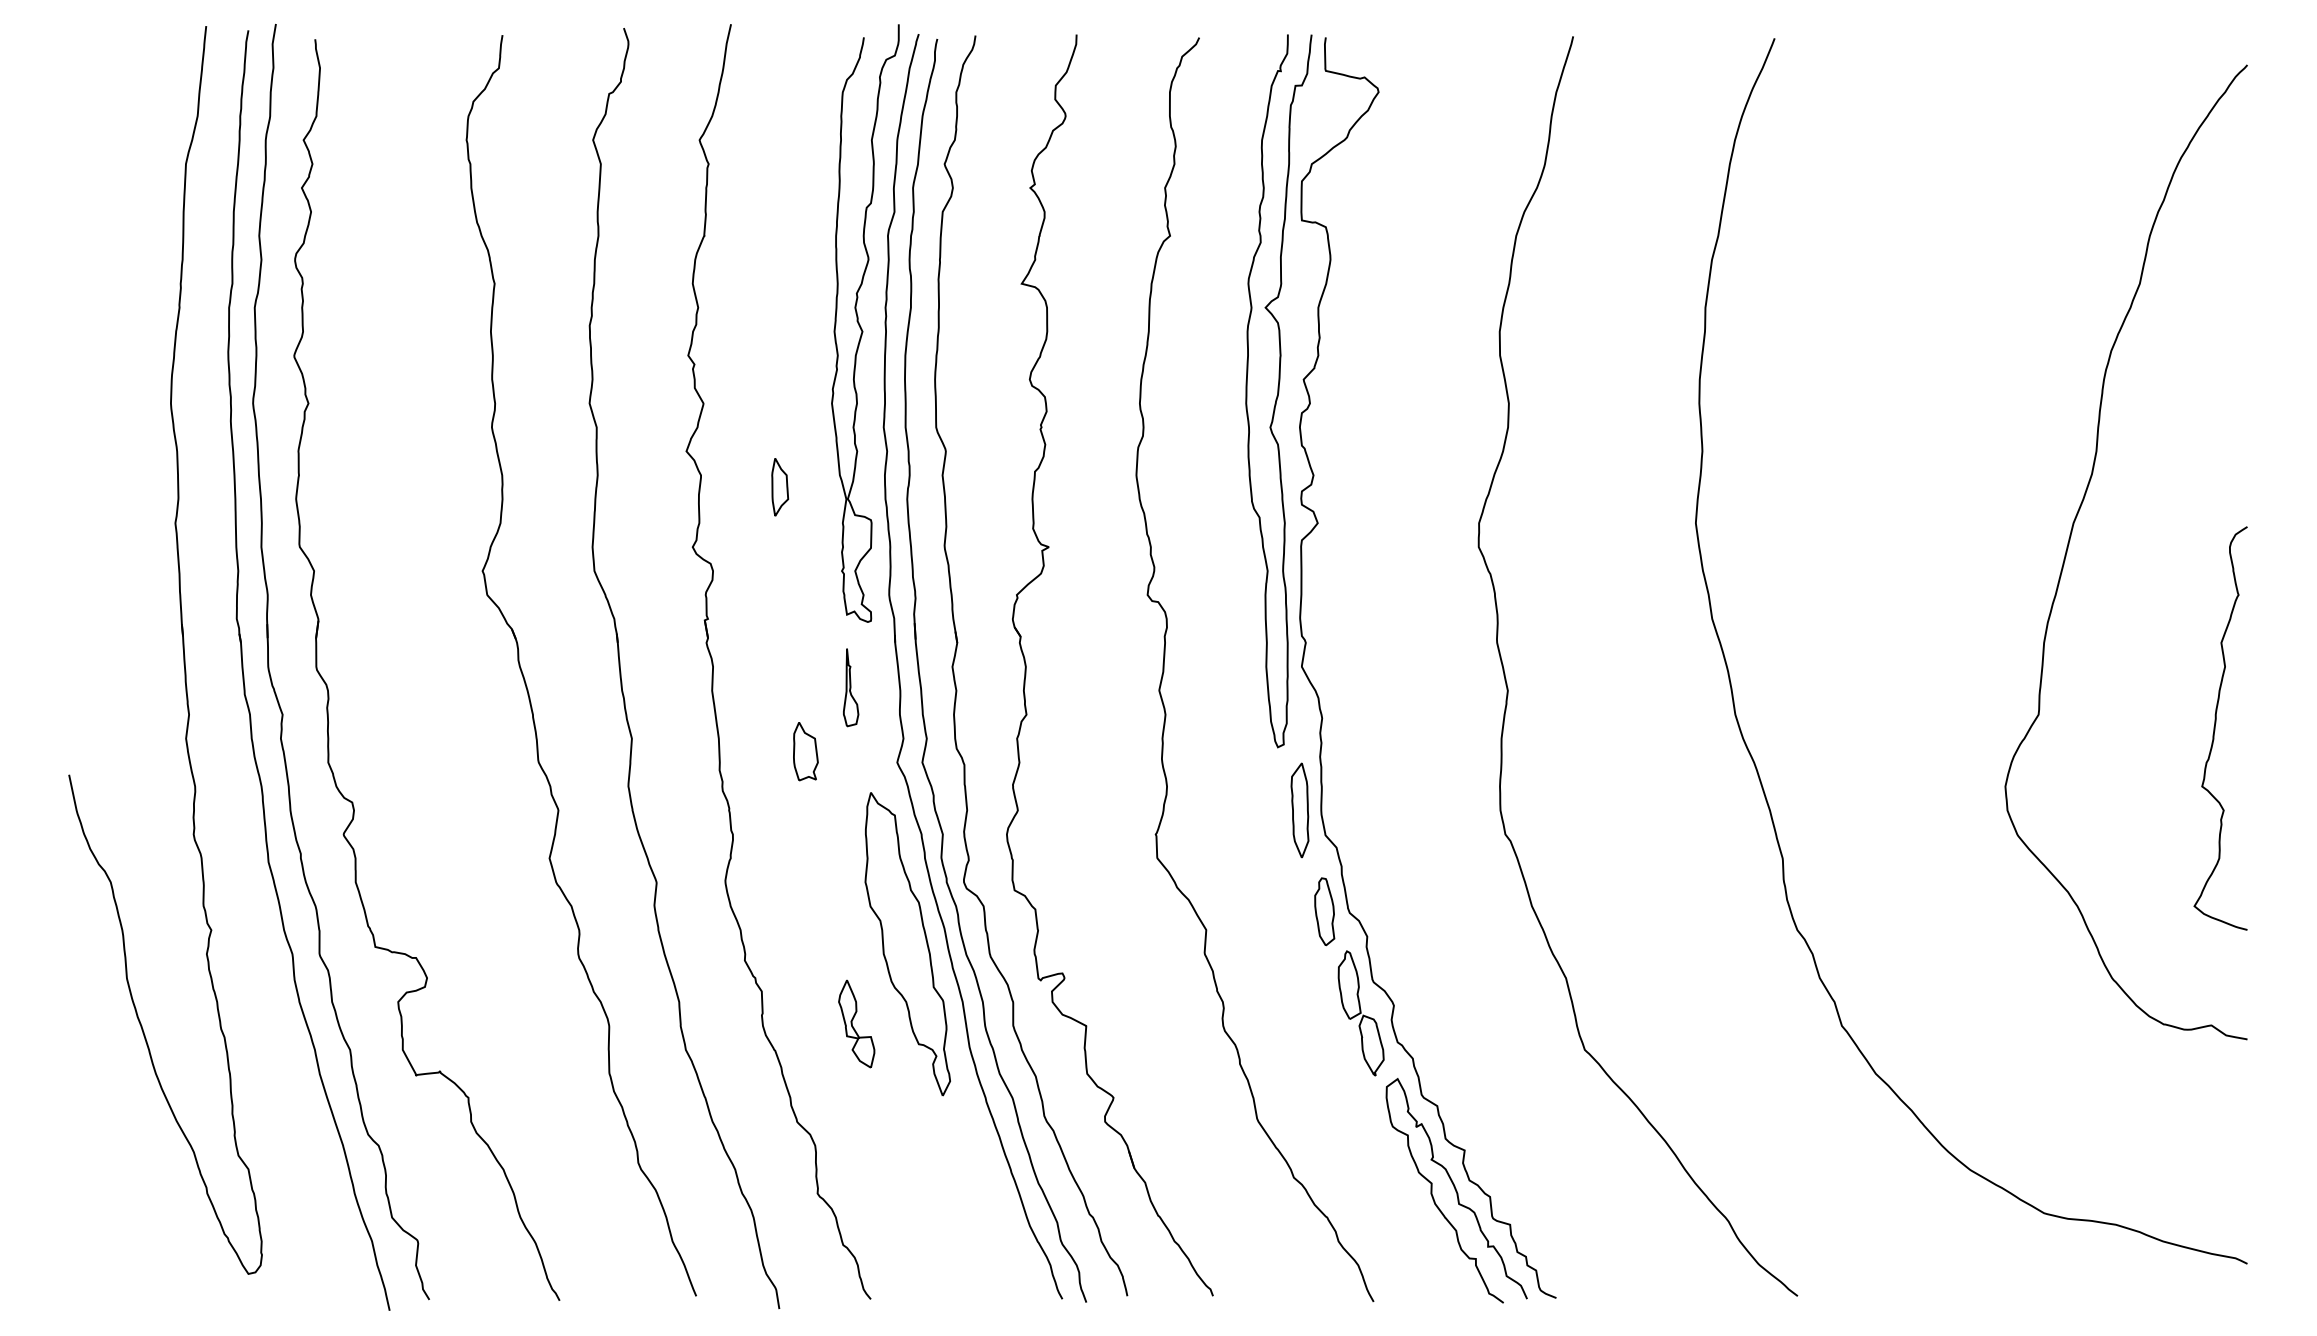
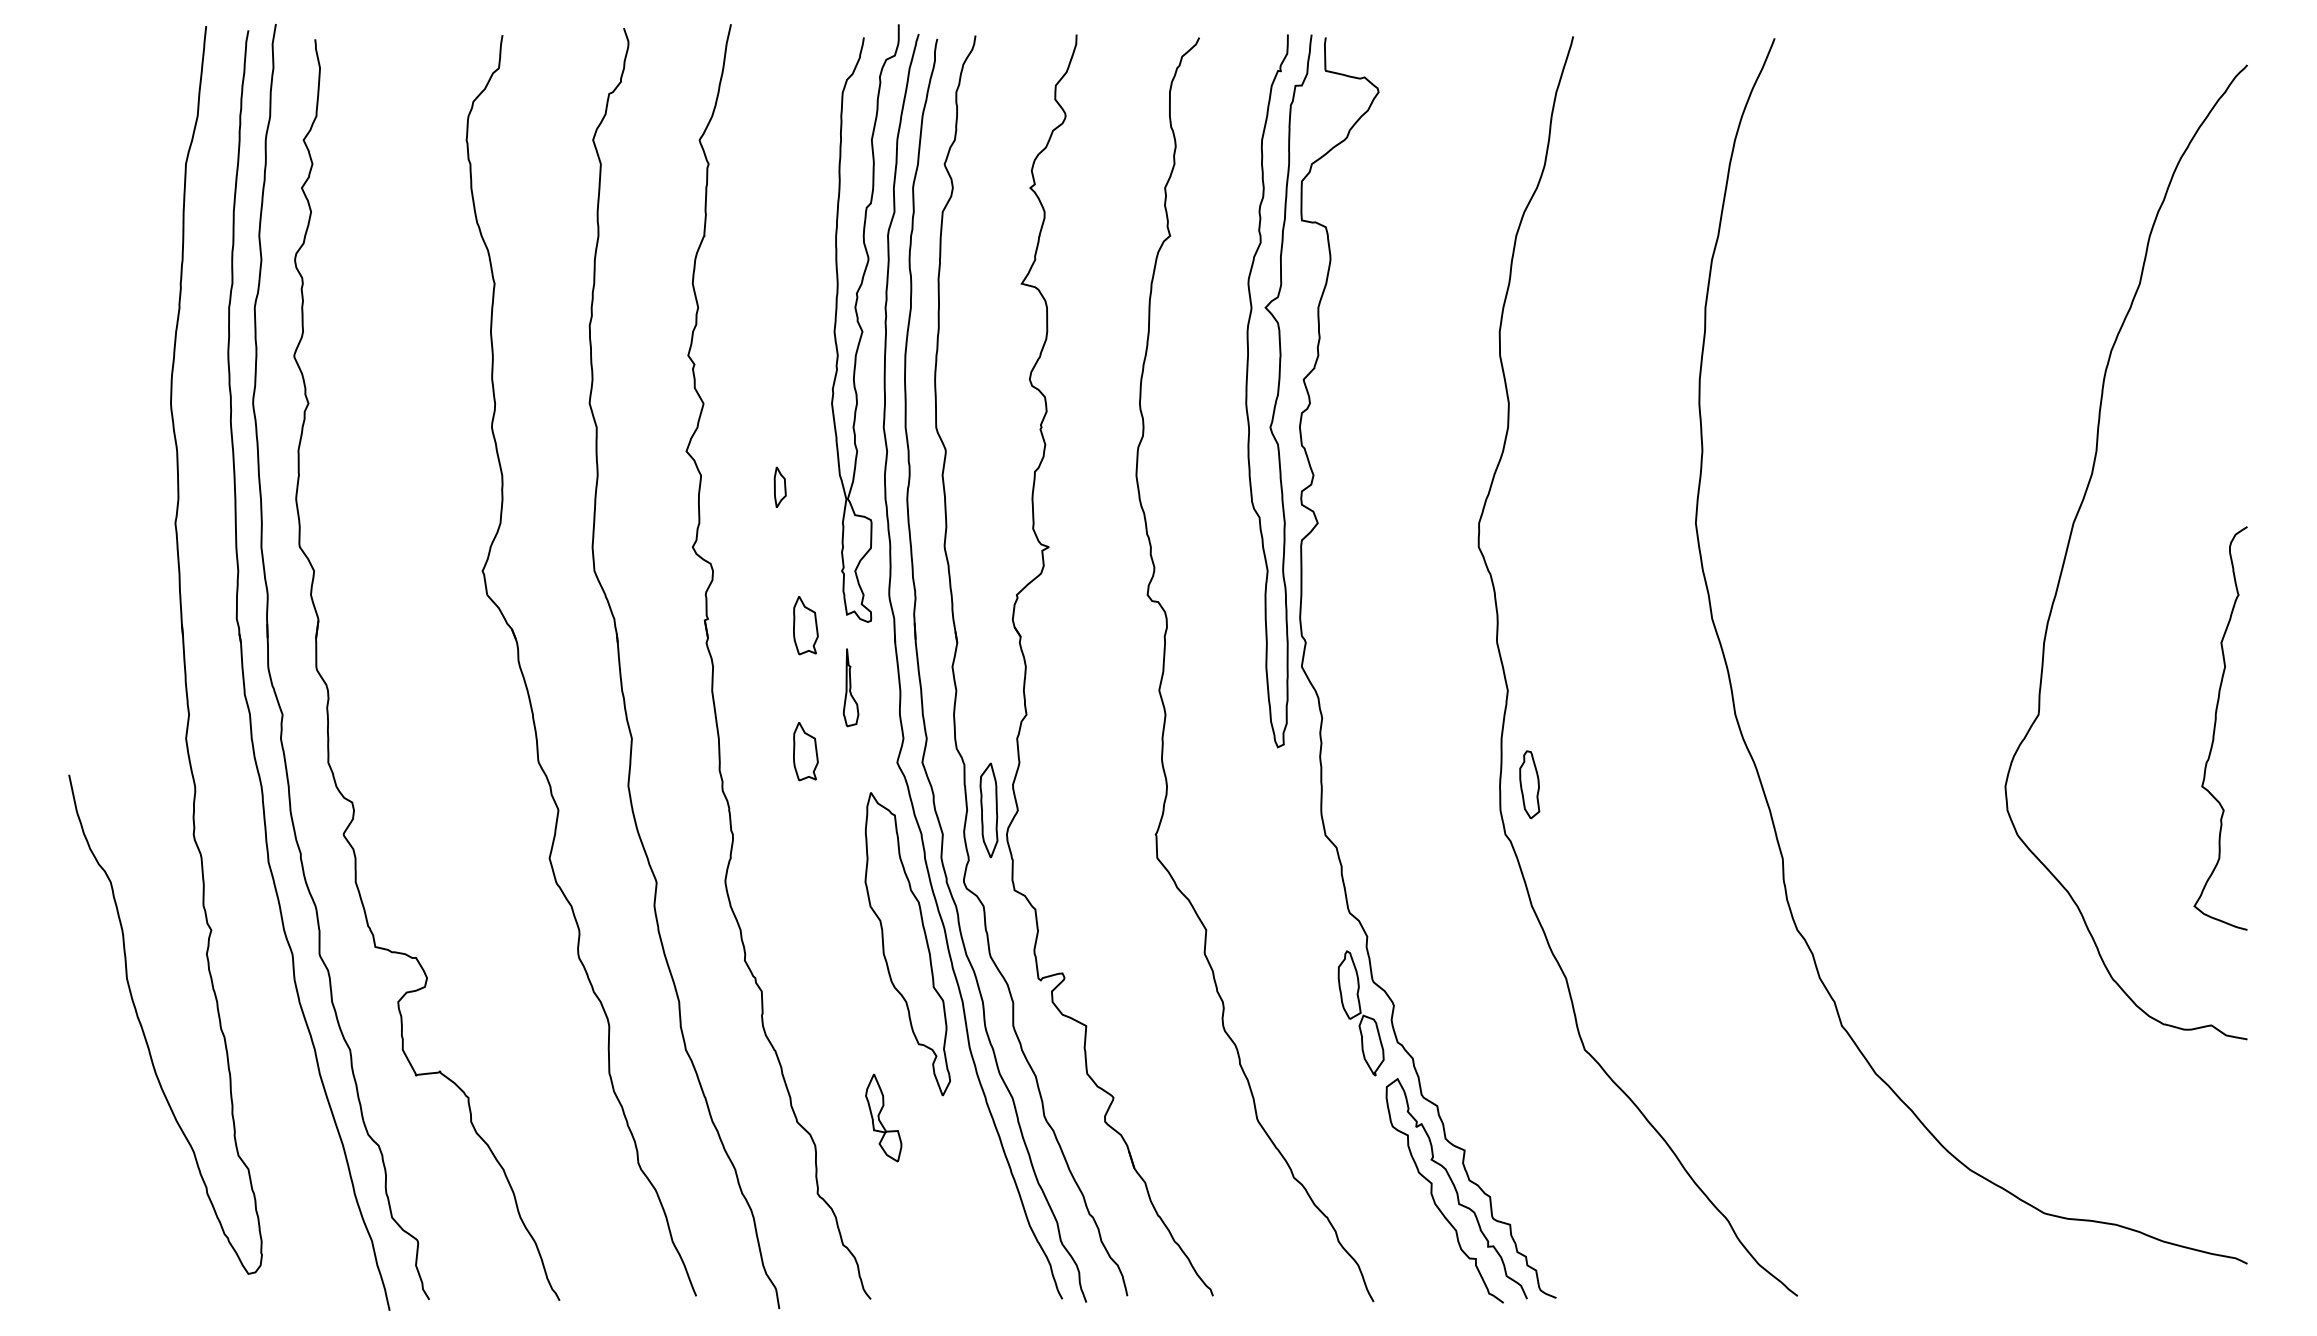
part at (780, 487) size: 19x59 px -> 14x42 px
part at (805, 625): none -> present
part at (1299, 810) position: (1299, 810) -> (988, 810)
part at (1324, 911) position: (1324, 911) -> (1529, 784)
part at (856, 1023) position: (856, 1023) -> (883, 1117)
